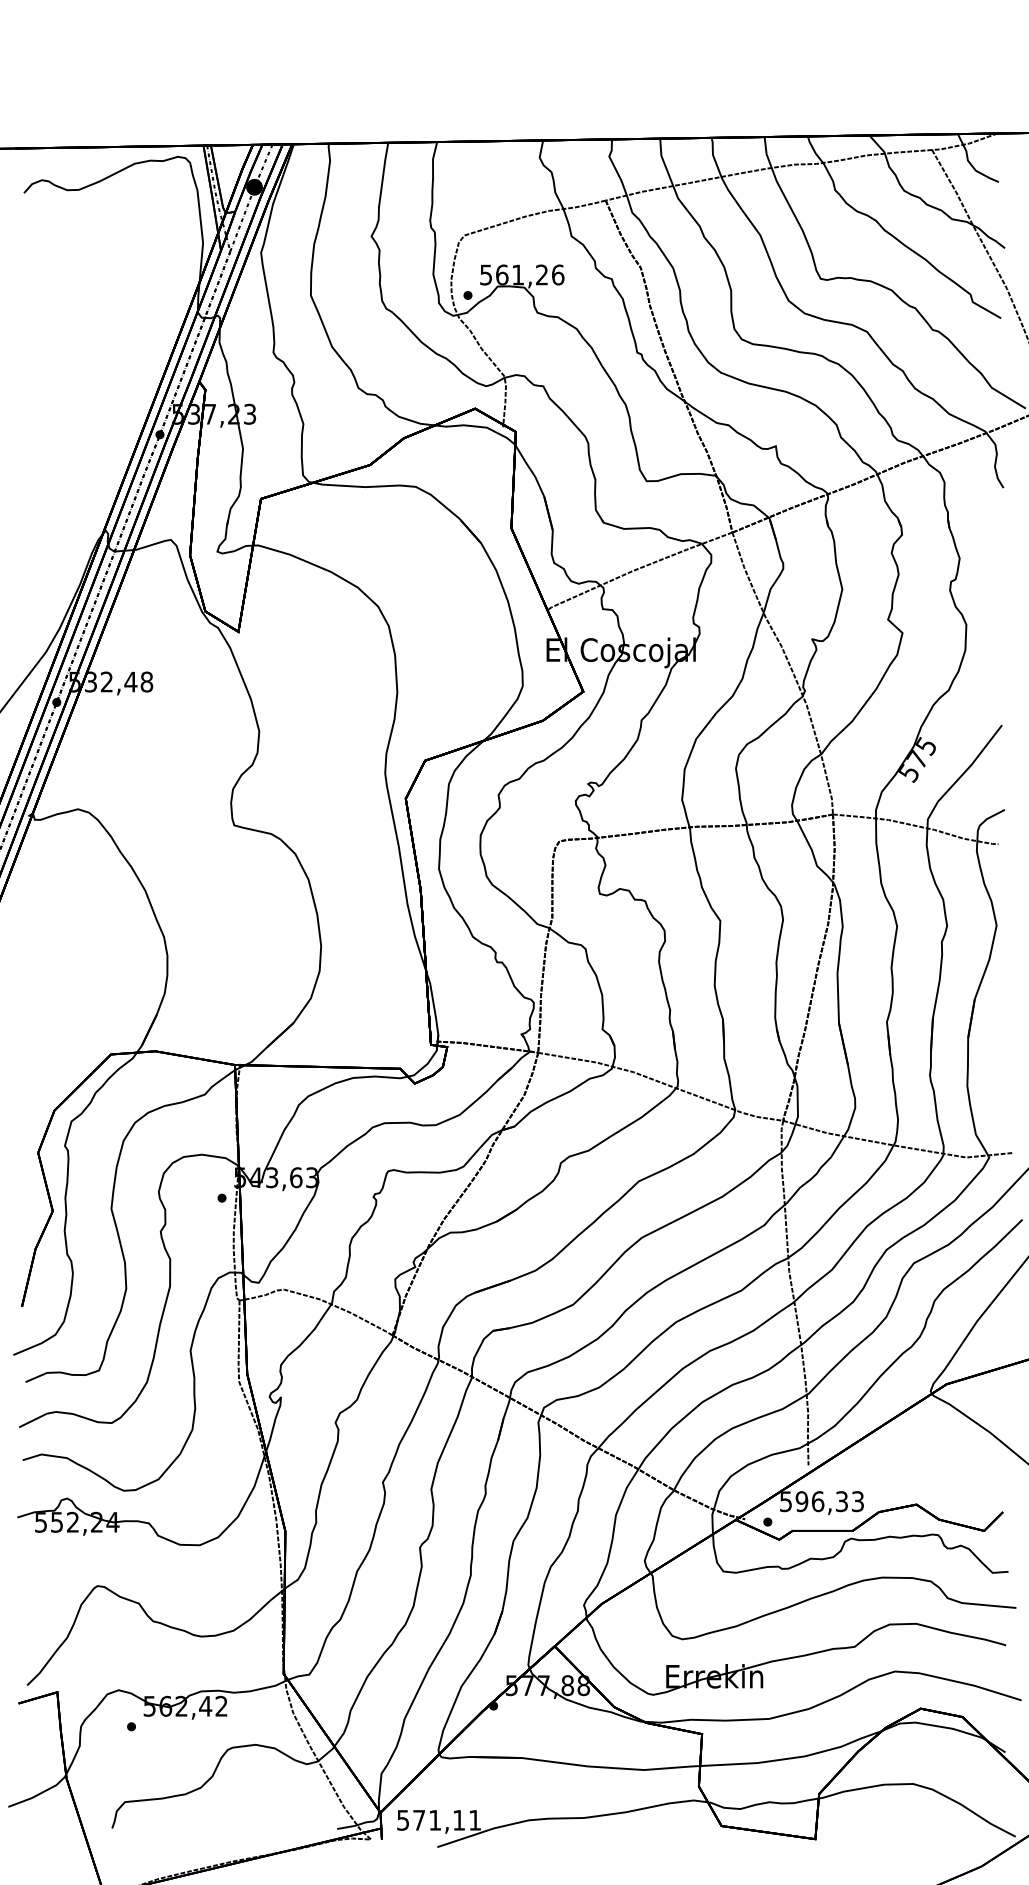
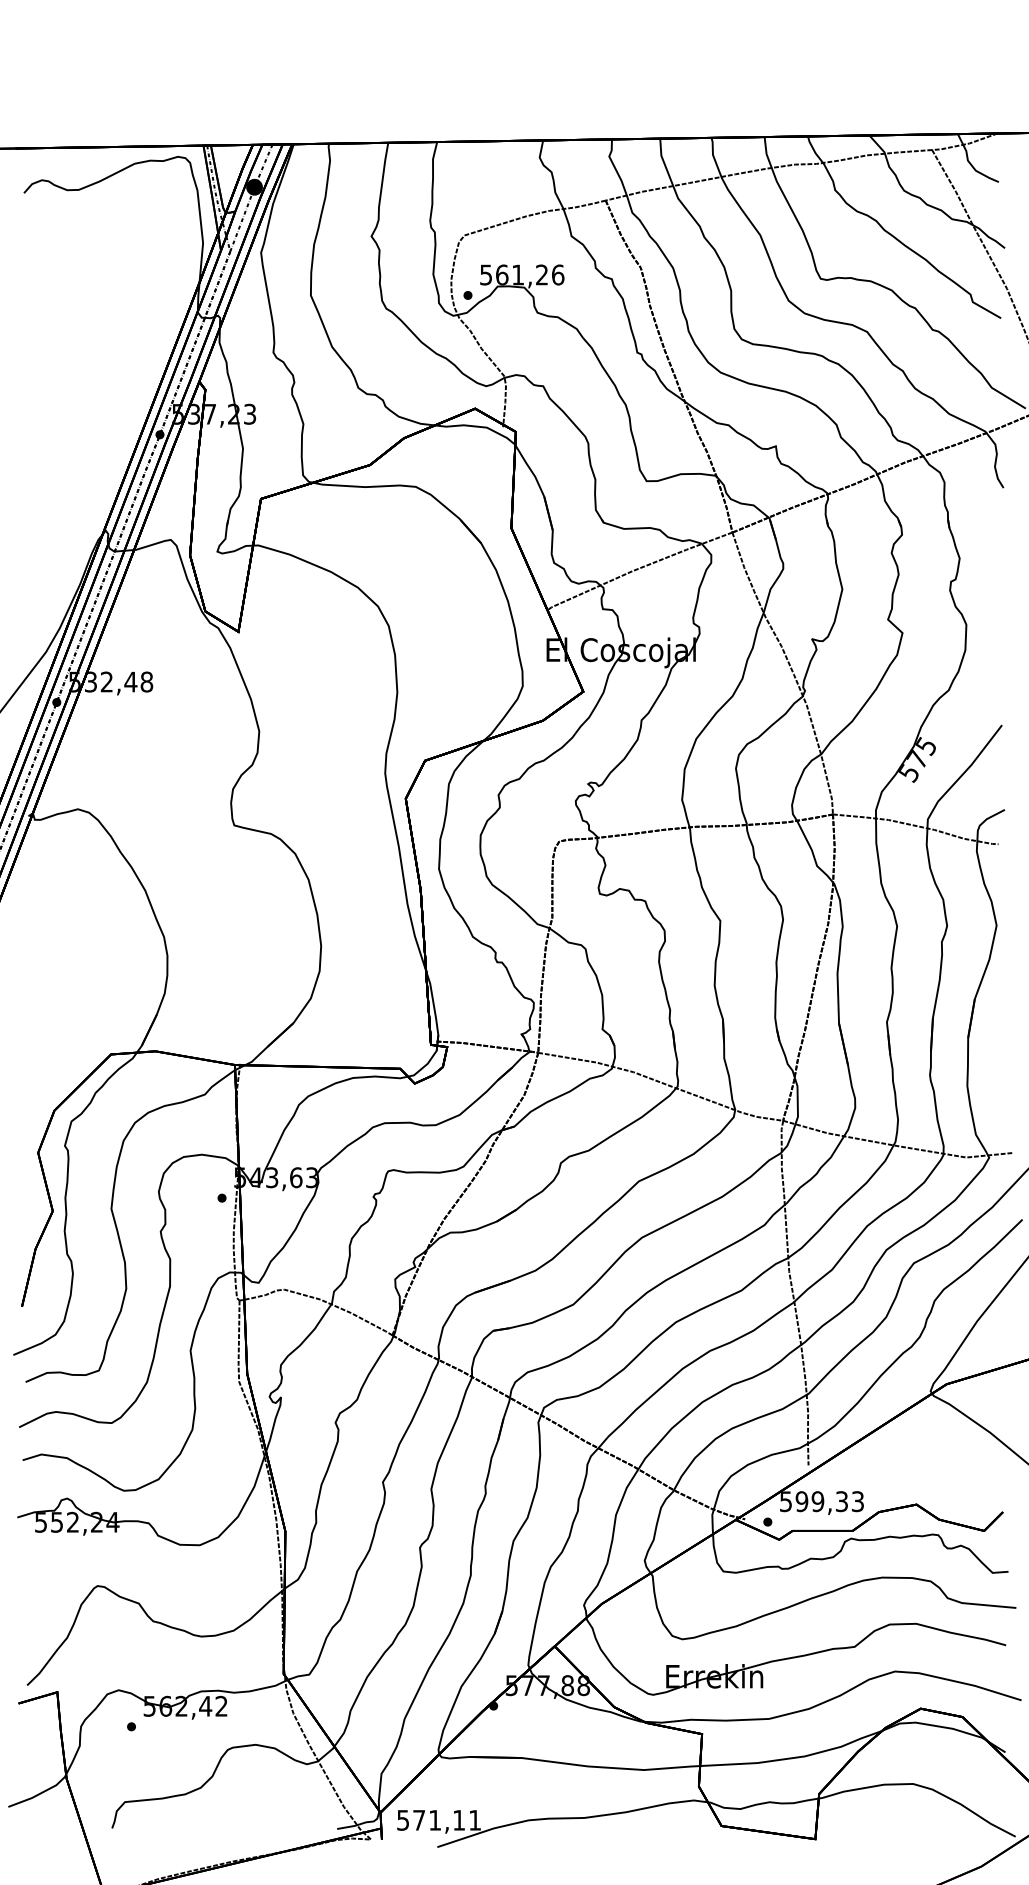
text at (817, 1501): 596,33 -> 599,33
